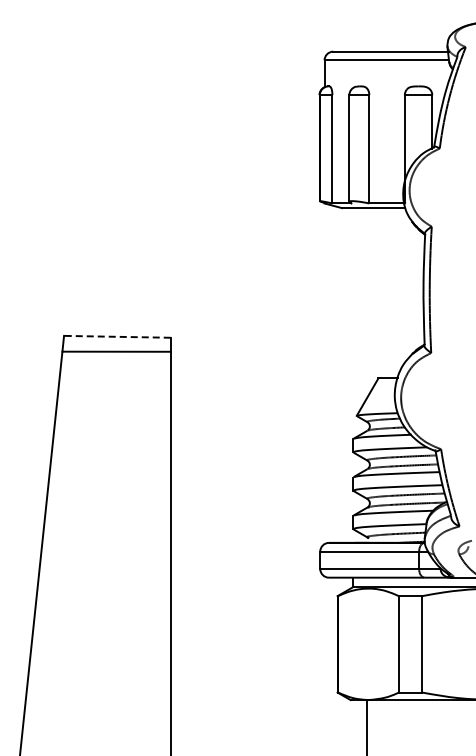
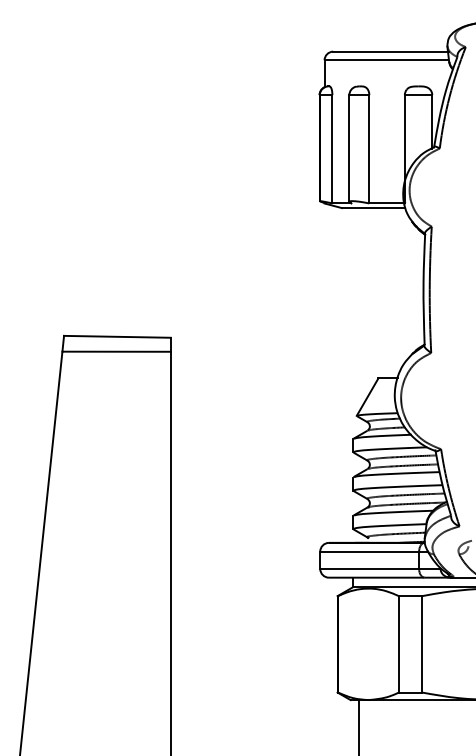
line at (116, 336): dashed -> solid
line at (367, 726) position: (367, 726) -> (359, 726)
